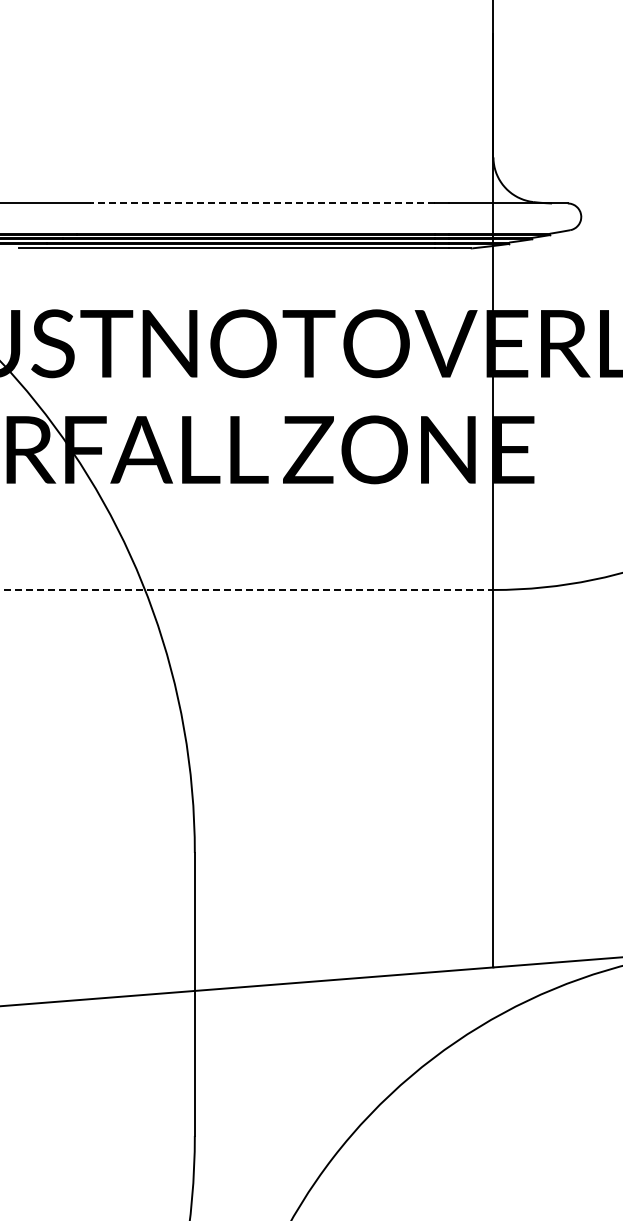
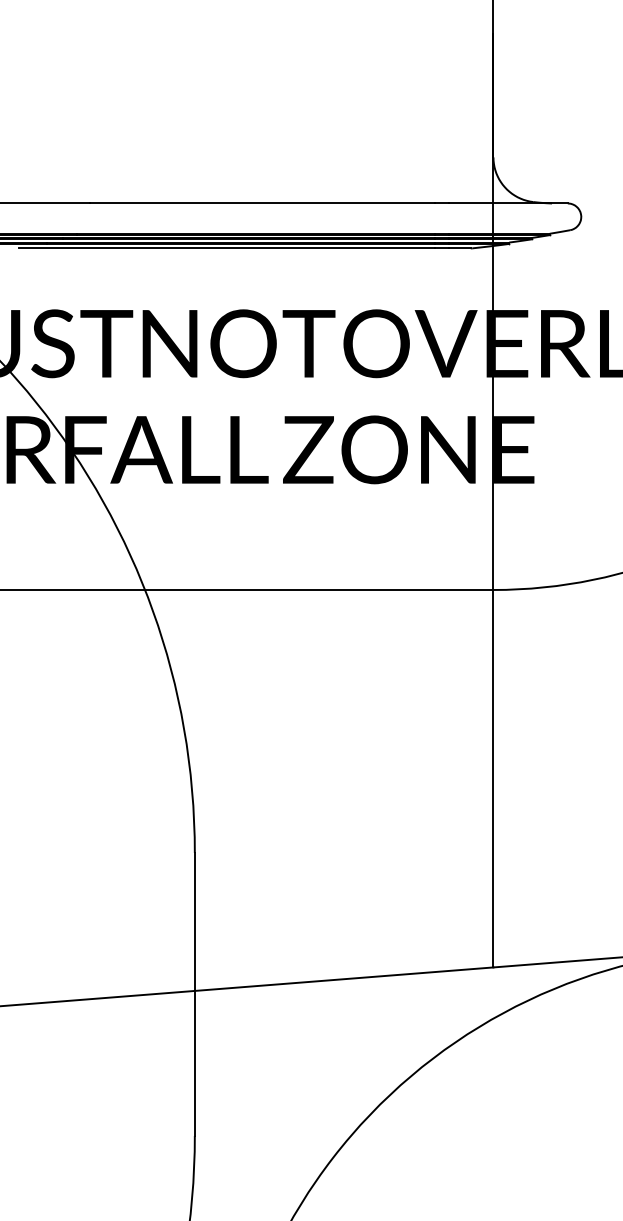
line at (262, 203): dashed -> solid
line at (247, 589): dashed -> solid
